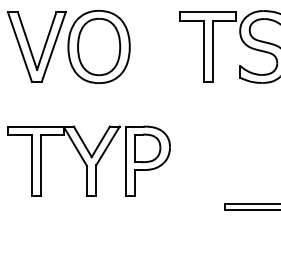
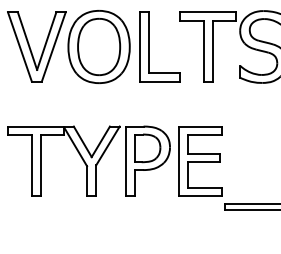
part at (149, 46): none -> present
part at (200, 161): none -> present
